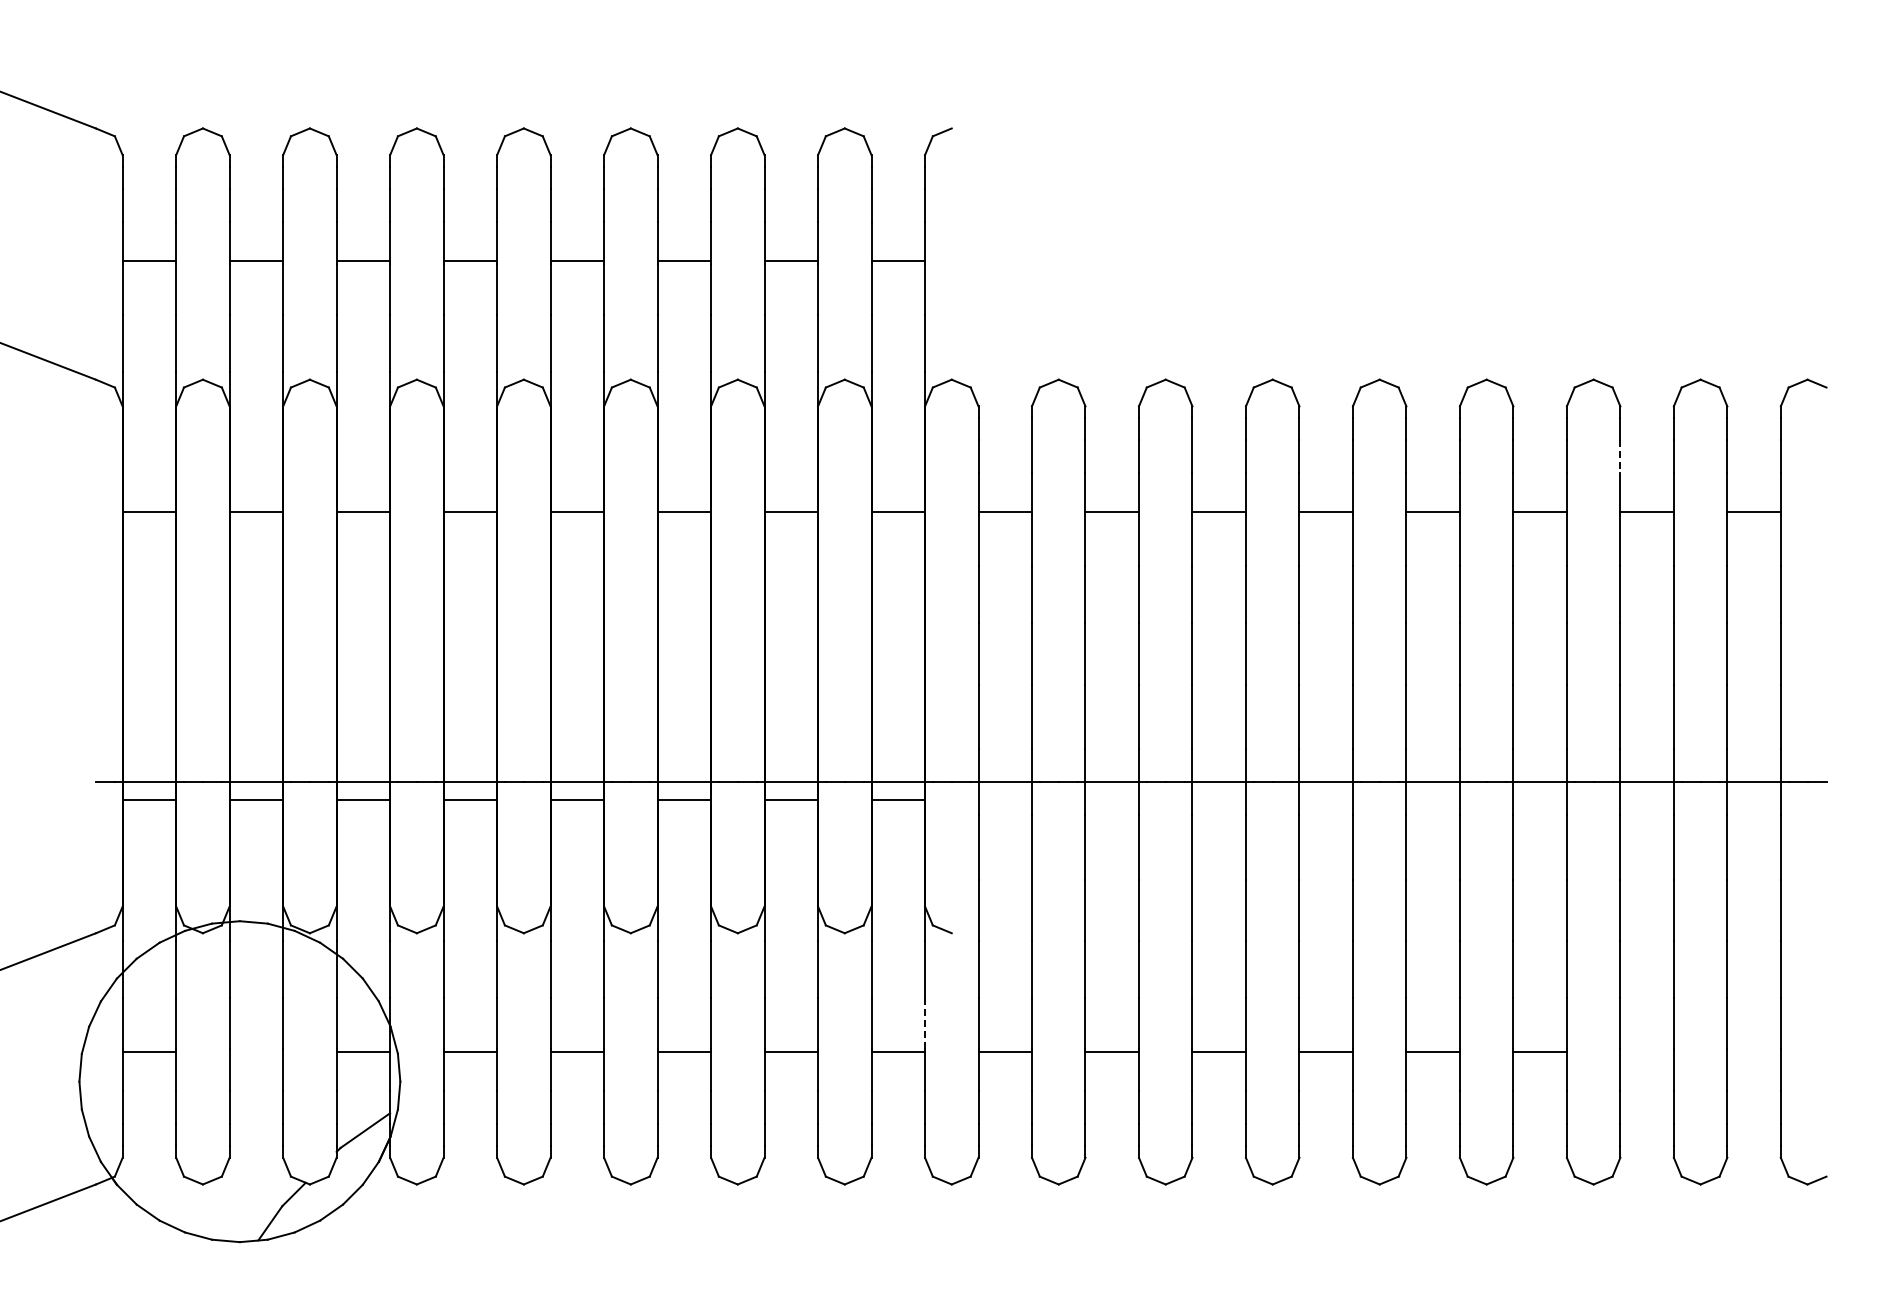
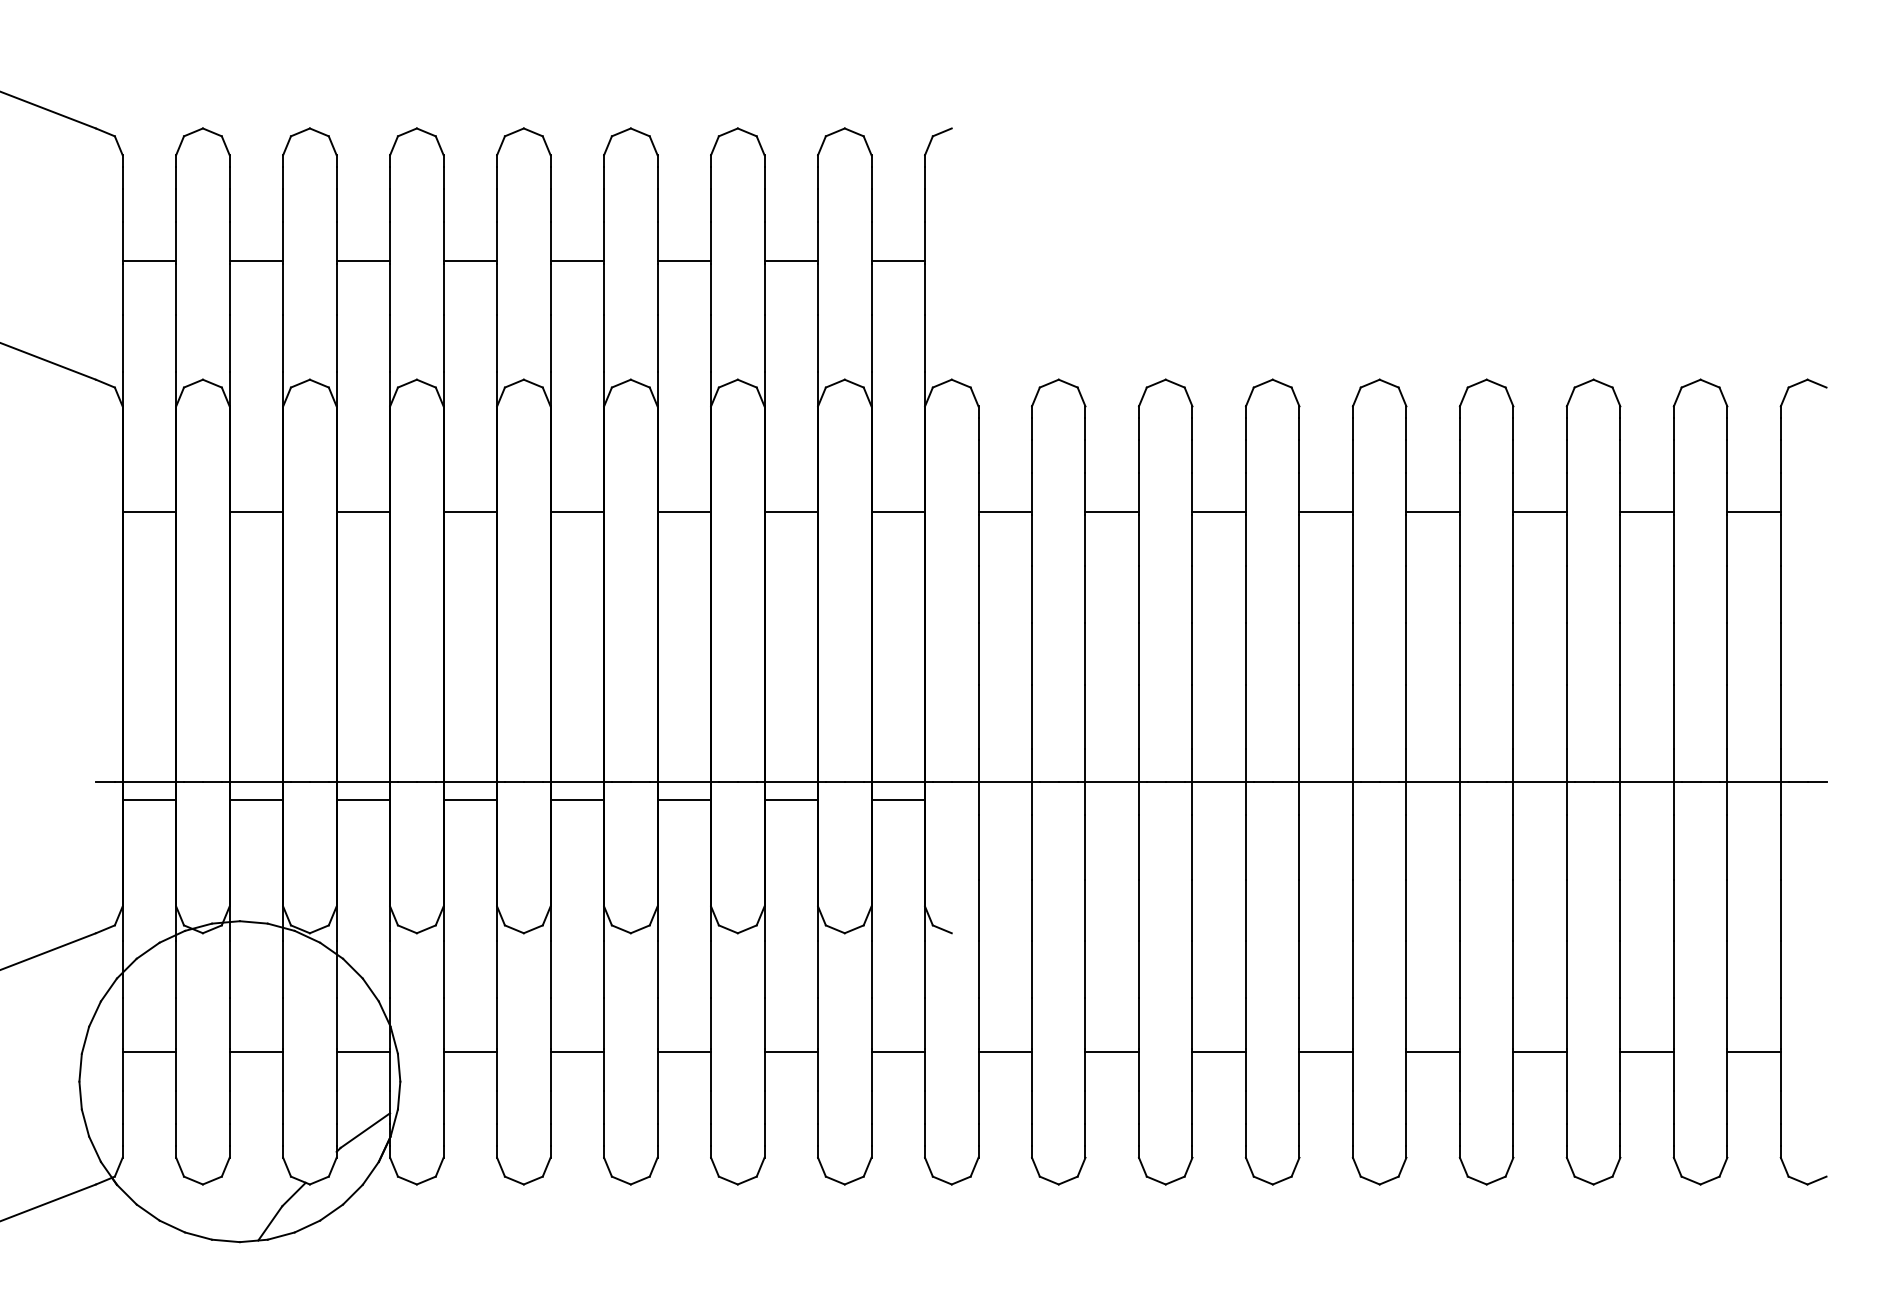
line at (1620, 457): dashed -> solid
line at (925, 1024): dashed -> solid
line at (256, 1051): none -> present
line at (1646, 1051): none -> present
line at (1753, 1051): none -> present
